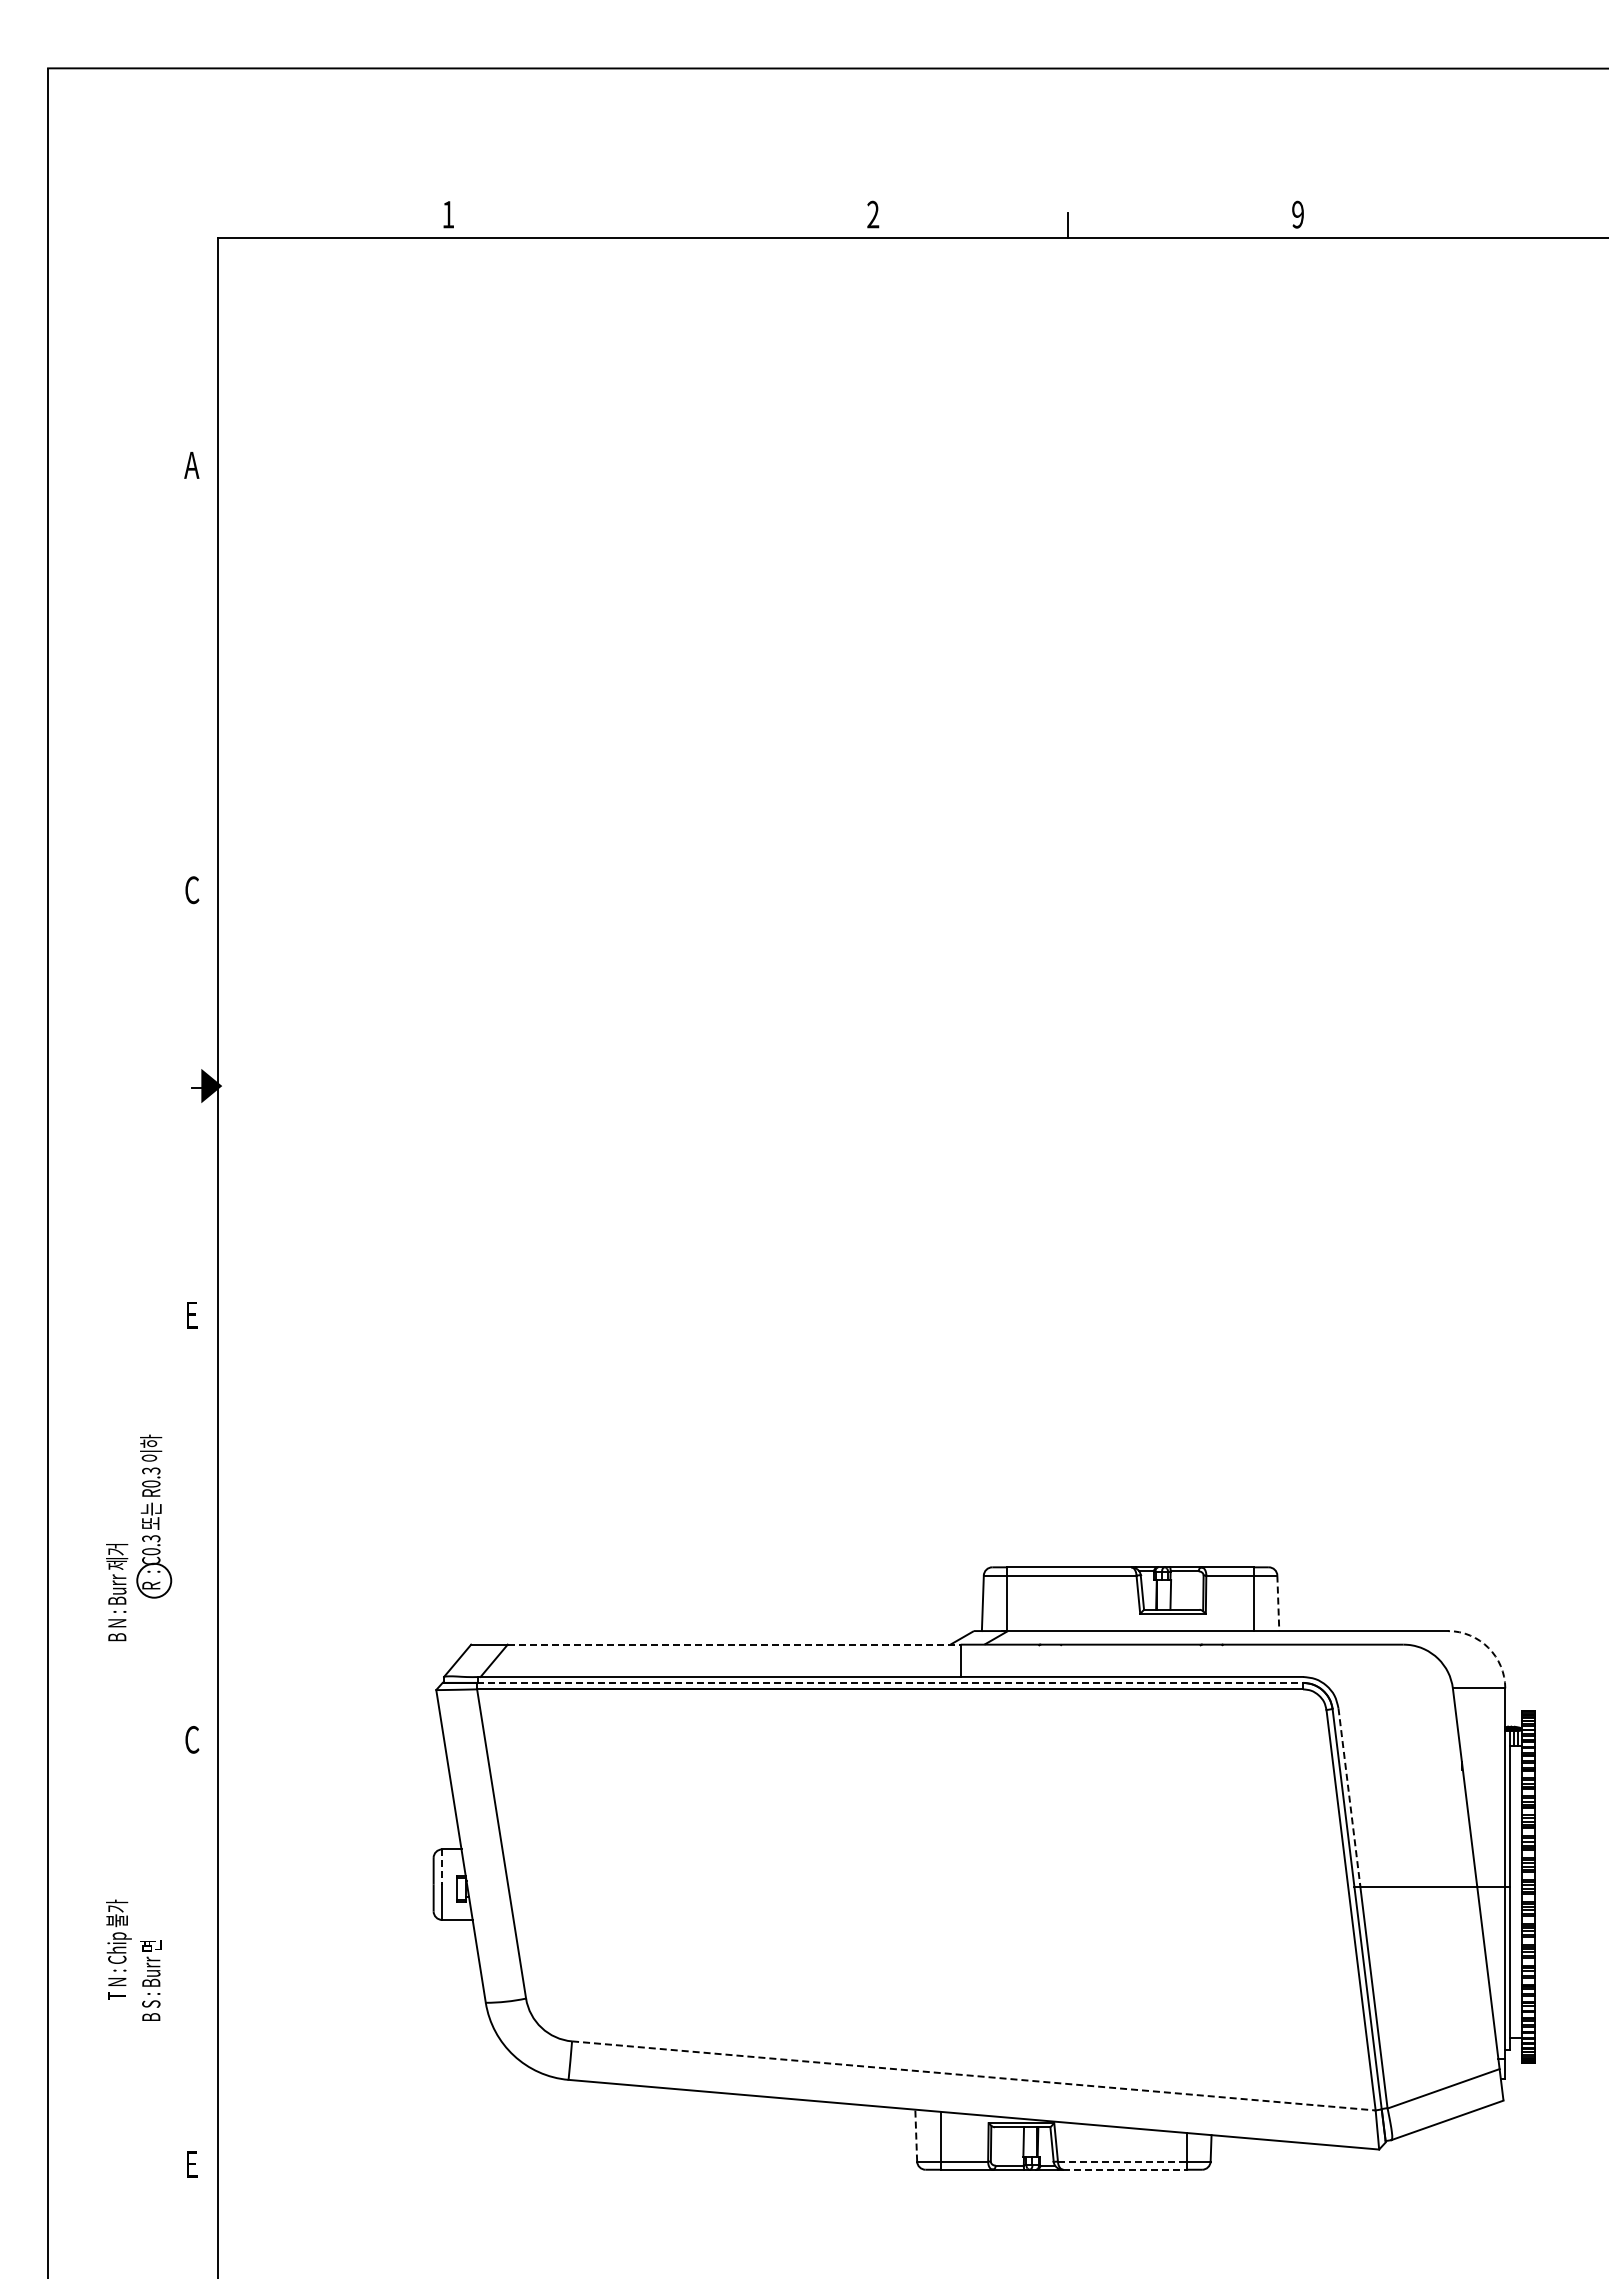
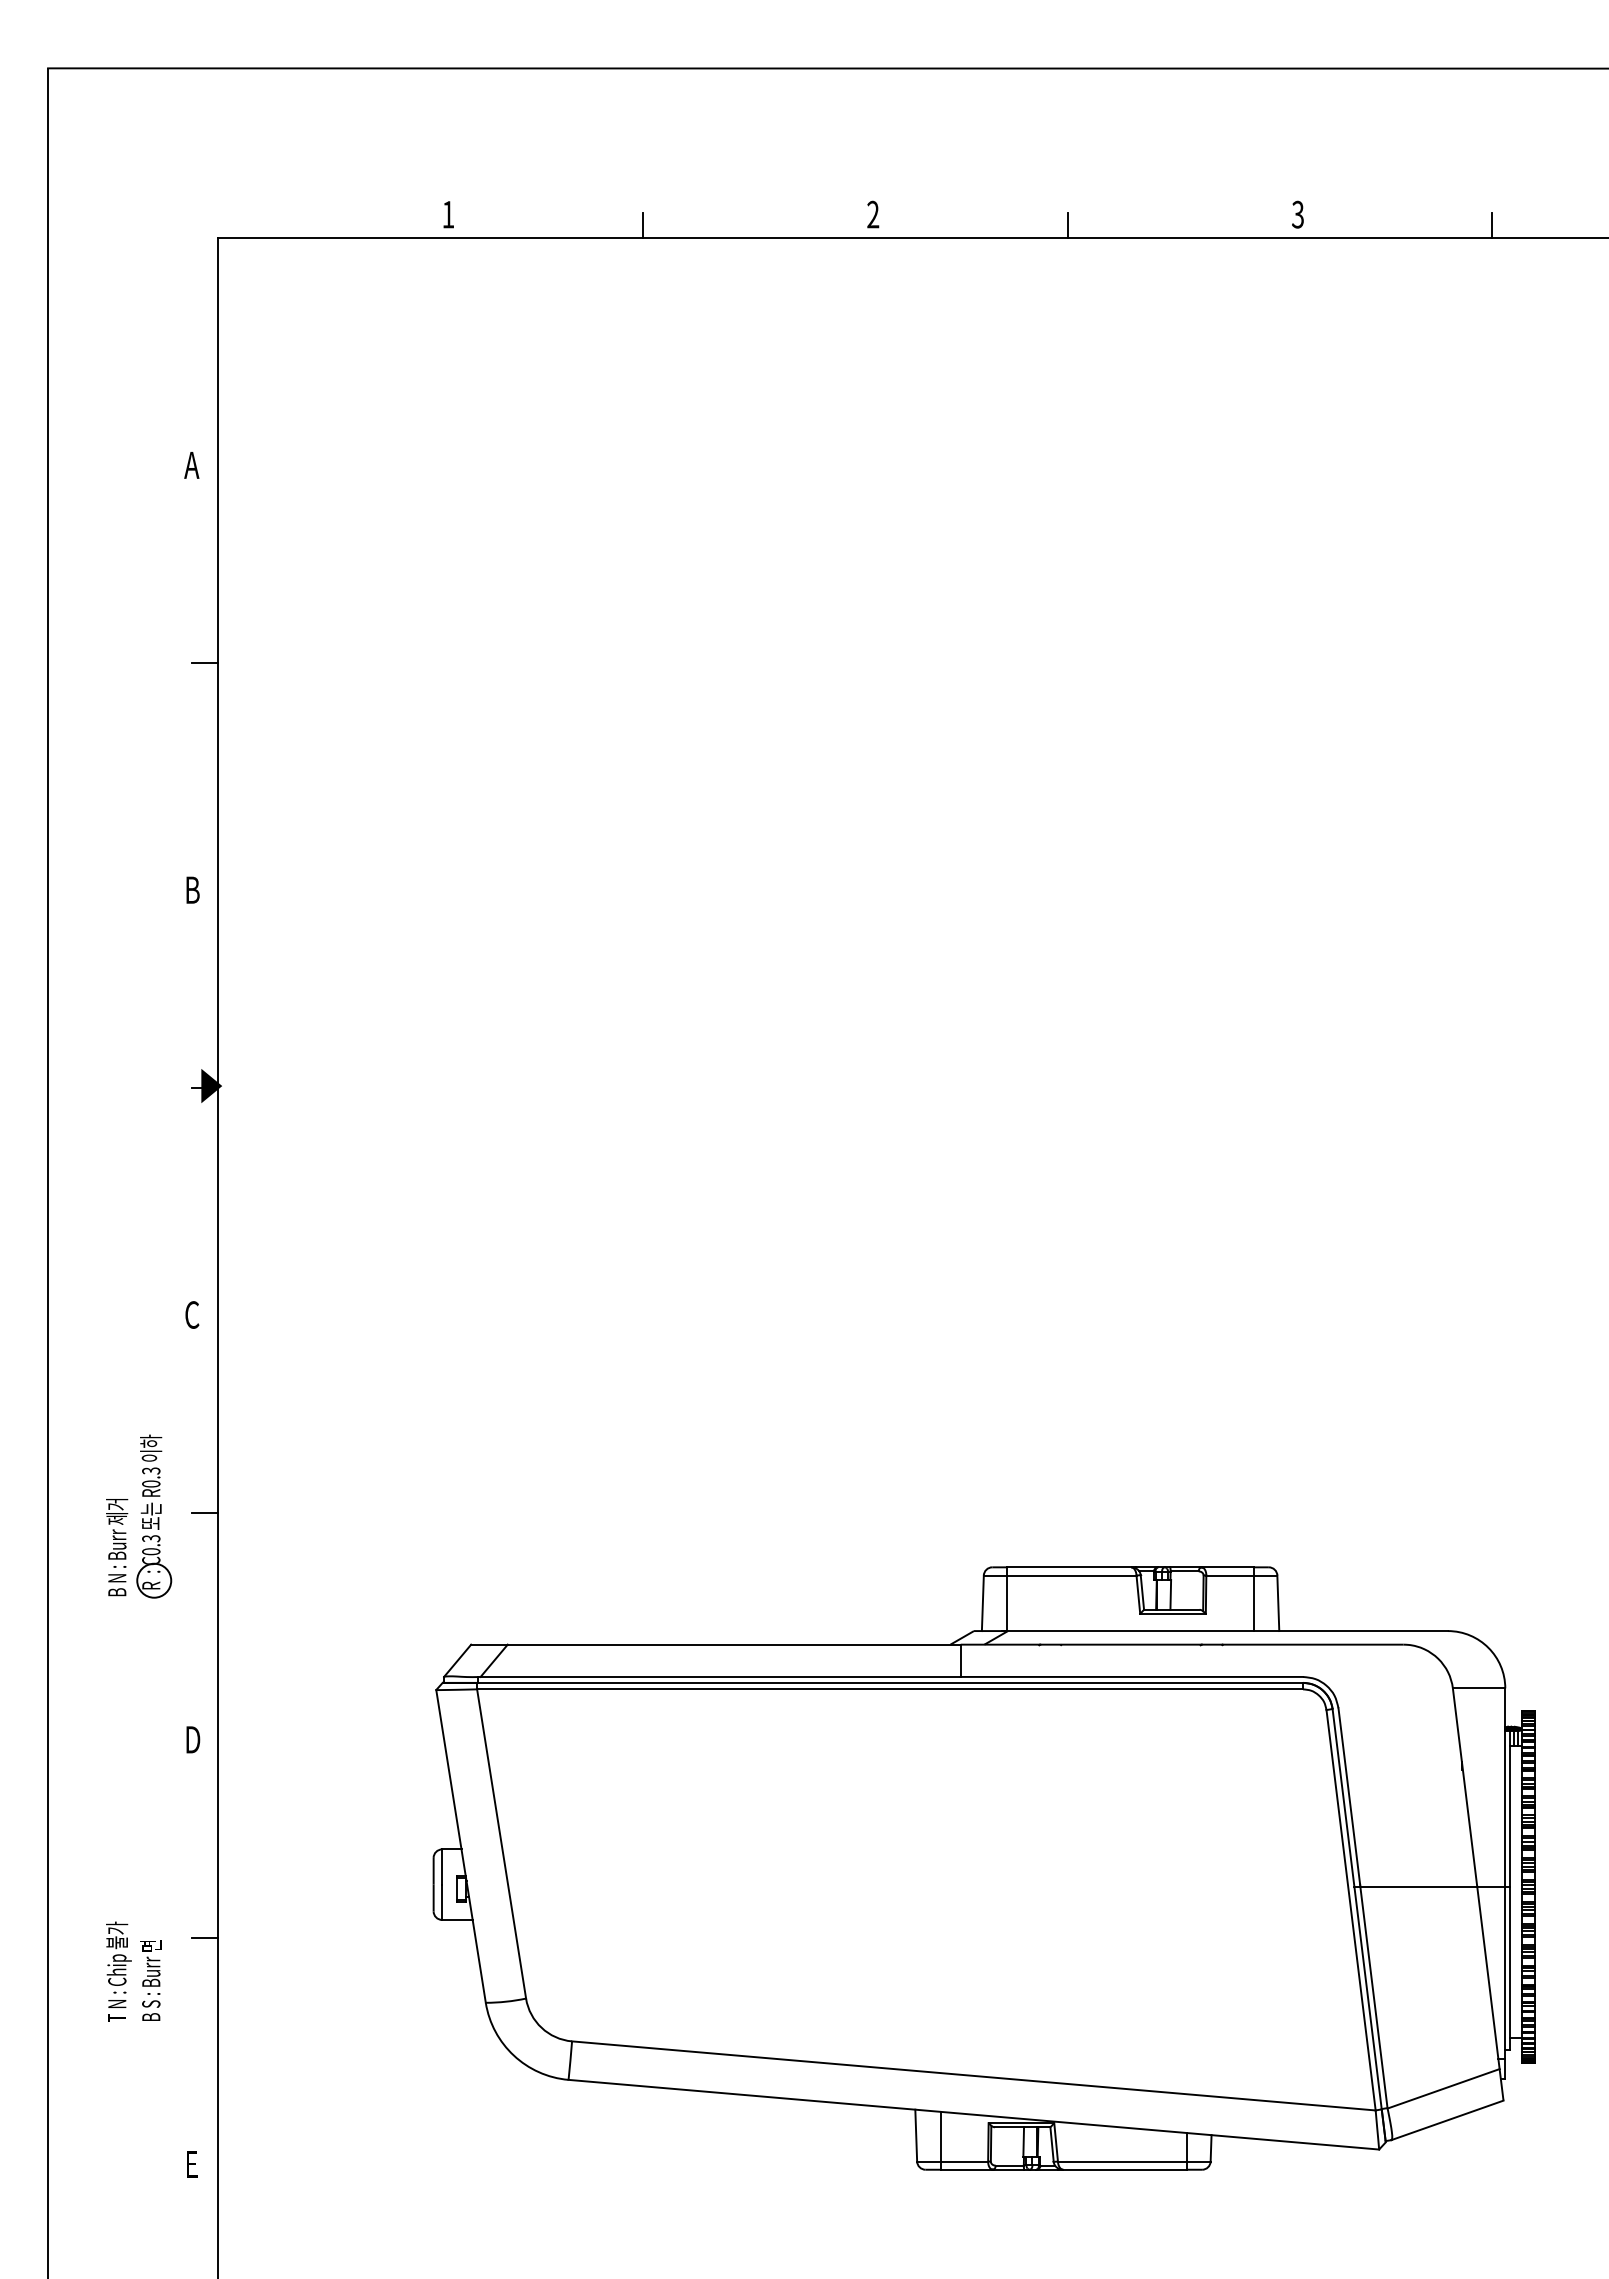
text at (1297, 214): 9 -> 3
line at (642, 225): none -> present
line at (1492, 225): none -> present
line at (204, 663): none -> present
text at (192, 890): C -> B
text at (192, 1314): E -> C
line at (204, 1512): none -> present
text at (117, 1592) position: (117, 1592) -> (117, 1547)
line at (1278, 1603): dashed -> solid
line at (734, 1644): dashed -> solid
arc at (1488, 1647): dashed -> solid
line at (890, 1682): dashed -> solid
text at (192, 1739): C -> D
line at (1349, 1796): dashed -> solid
line at (442, 1867): dashed -> solid
line at (204, 1937): none -> present
text at (118, 1949) position: (118, 1949) -> (118, 1971)
line at (974, 2075): dashed -> solid
line at (916, 2135): dashed -> solid
line at (1122, 2161): dashed -> solid
line at (1125, 2169): dashed -> solid
